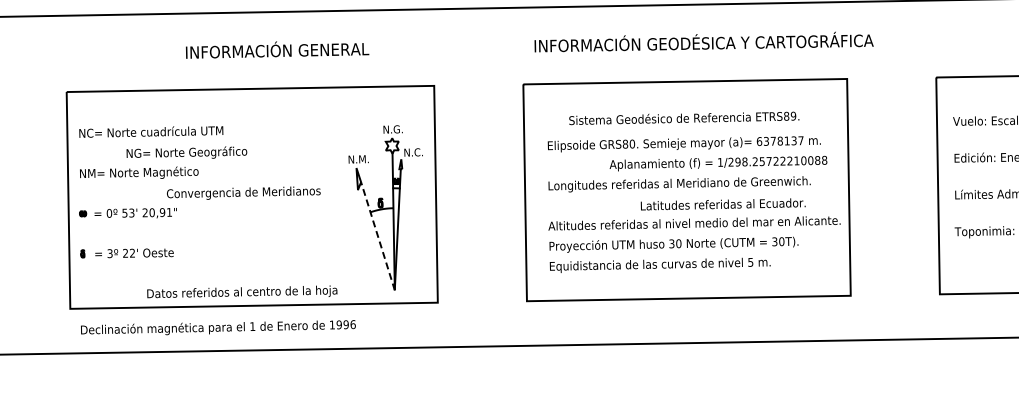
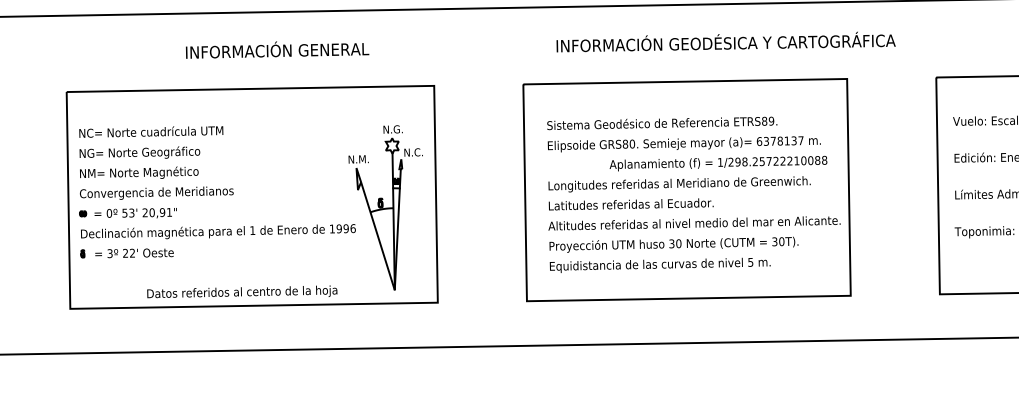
text at (703, 41) position: (703, 41) -> (725, 41)
text at (684, 118) position: (684, 118) -> (662, 123)
text at (186, 152) position: (186, 152) -> (139, 152)
text at (243, 192) position: (243, 192) -> (156, 192)
text at (722, 204) position: (722, 204) -> (630, 204)
line at (377, 236): dashed -> solid
text at (218, 327) position: (218, 327) -> (218, 231)
